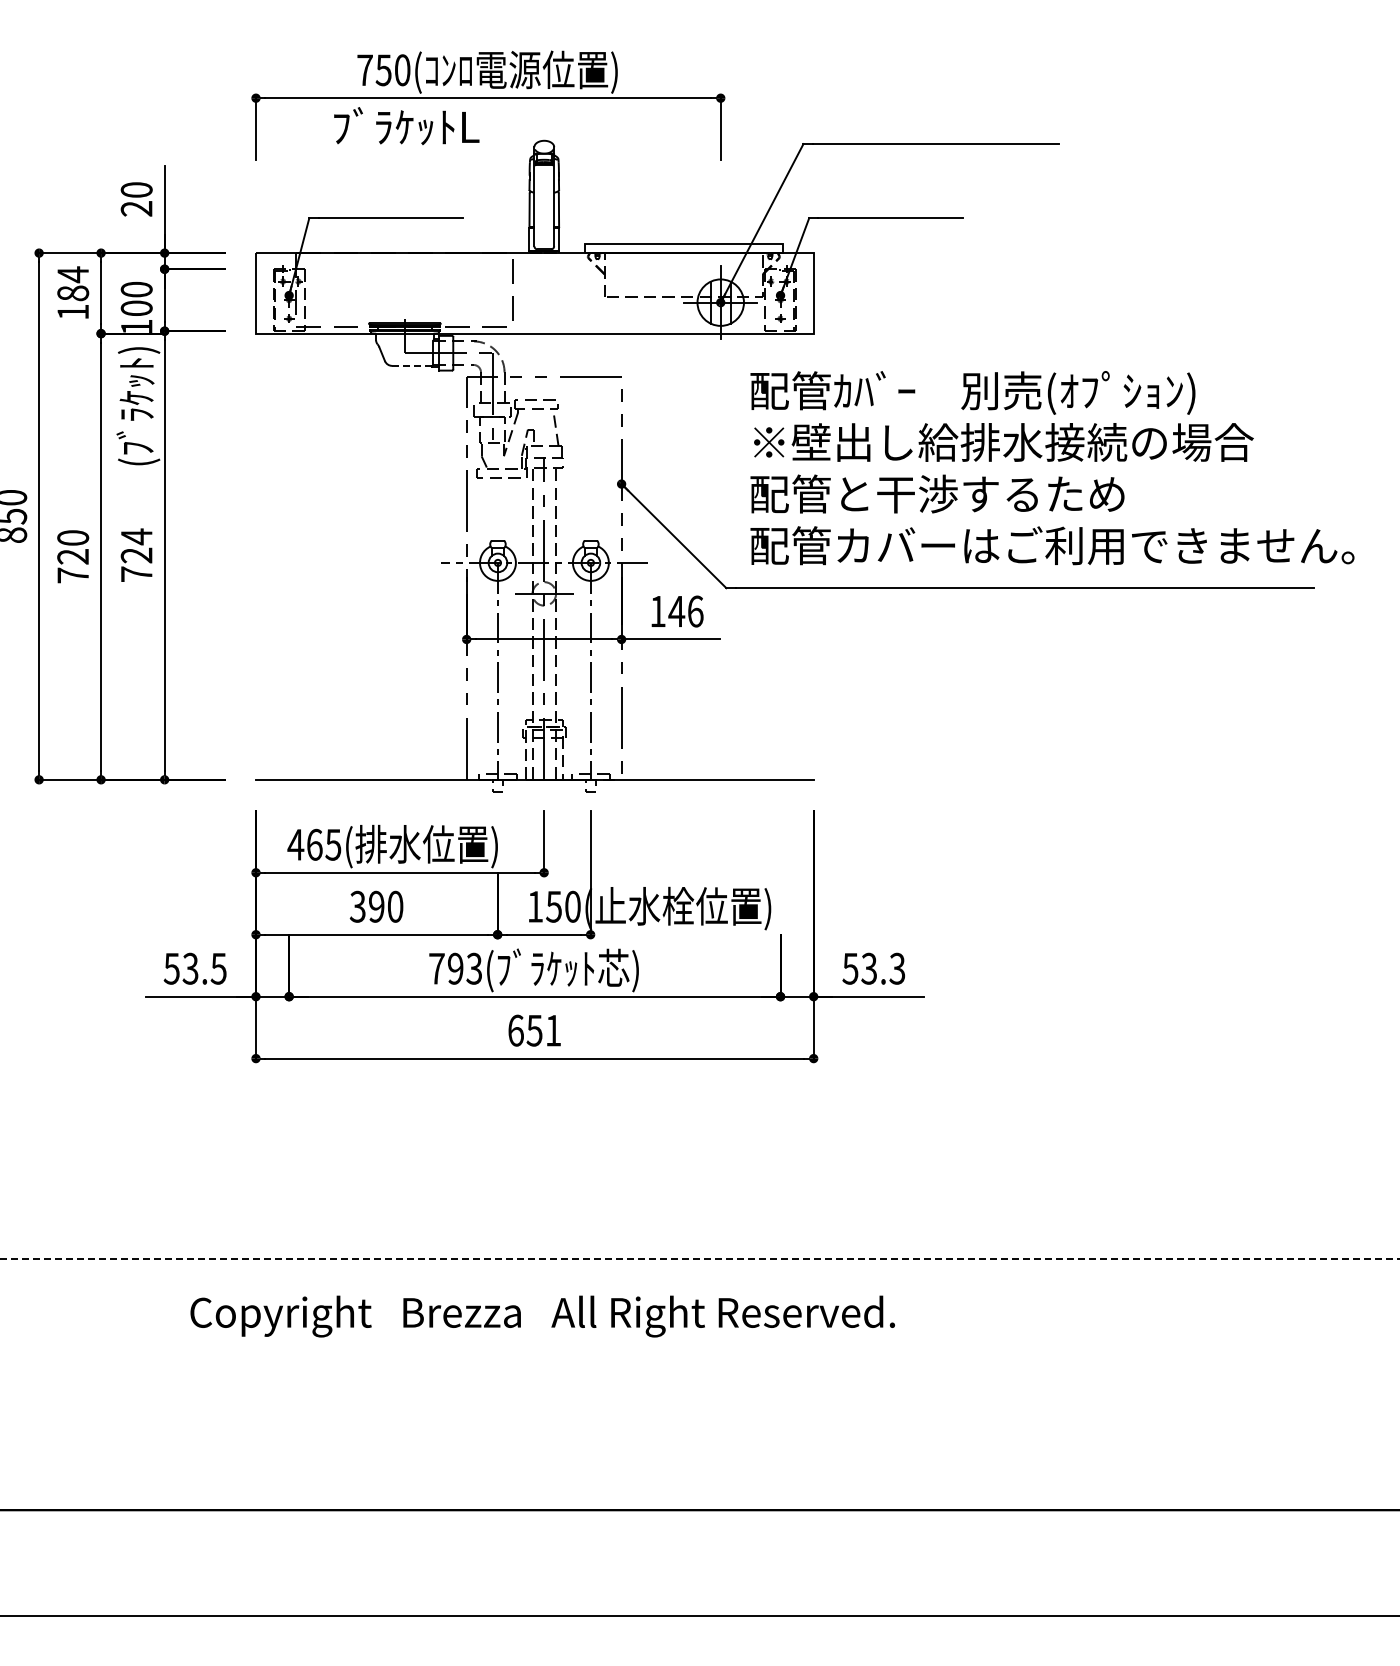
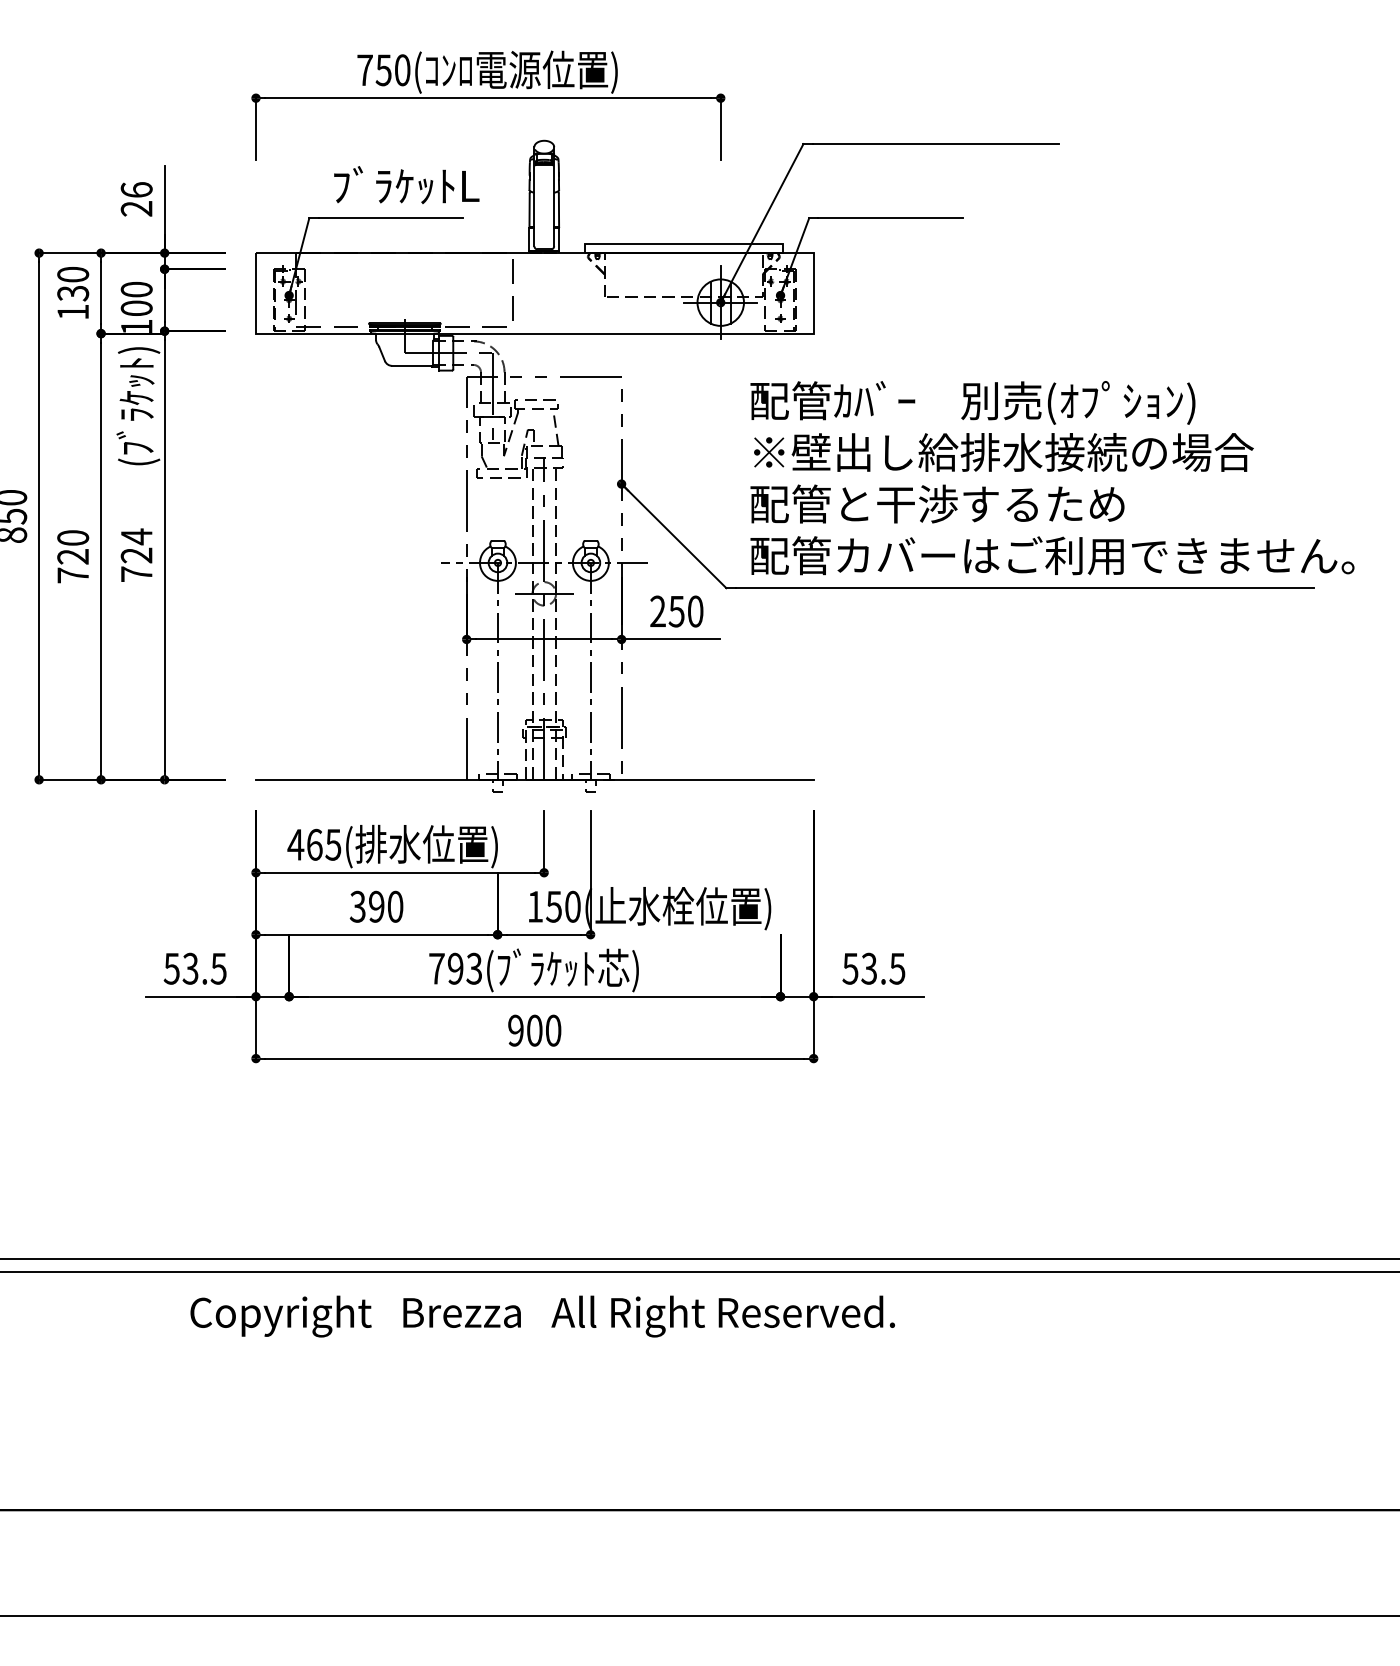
text at (406, 125) position: (406, 125) -> (406, 184)
text at (136, 189): 20 -> 26
text at (73, 283): 184 -> 130
line at (411, 365): dashed -> solid
text at (1052, 468) position: (1052, 468) -> (1052, 478)
text at (676, 611): 146 -> 250
text at (897, 968): 53.3 -> 53.5
text at (534, 1030): 651 -> 900
line at (700, 1258): dashed -> solid
line at (699, 1271): none -> present
